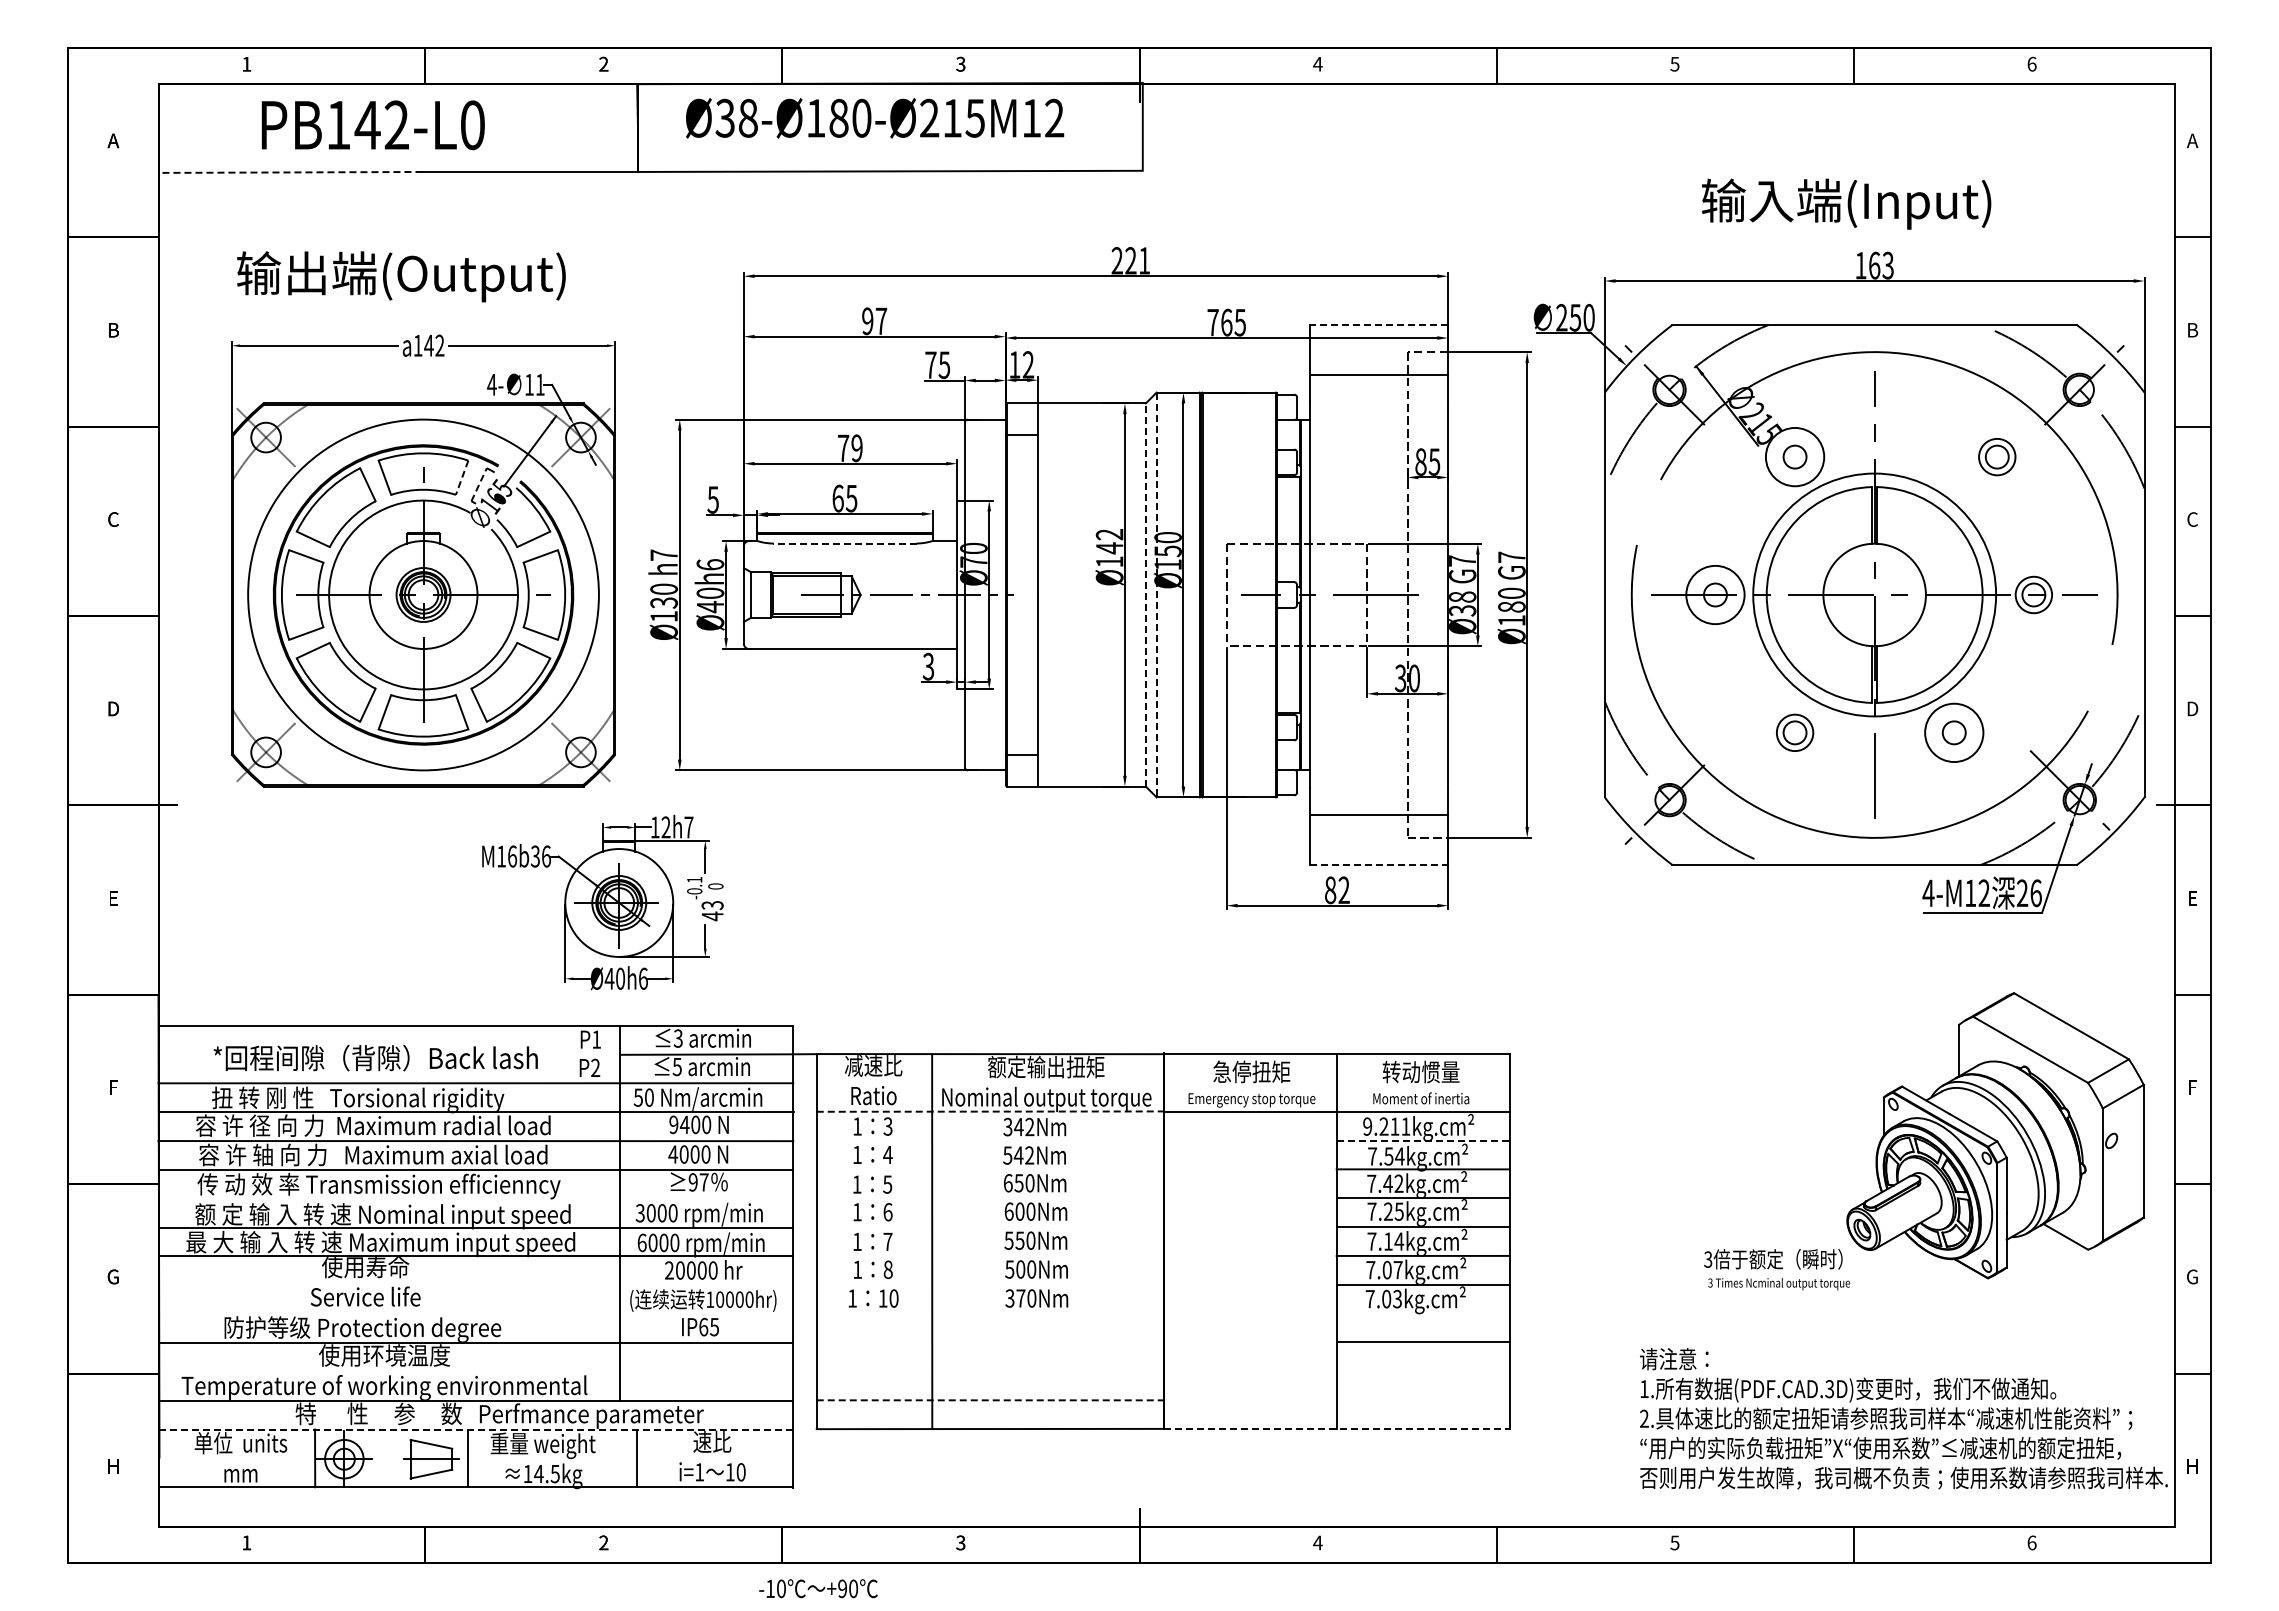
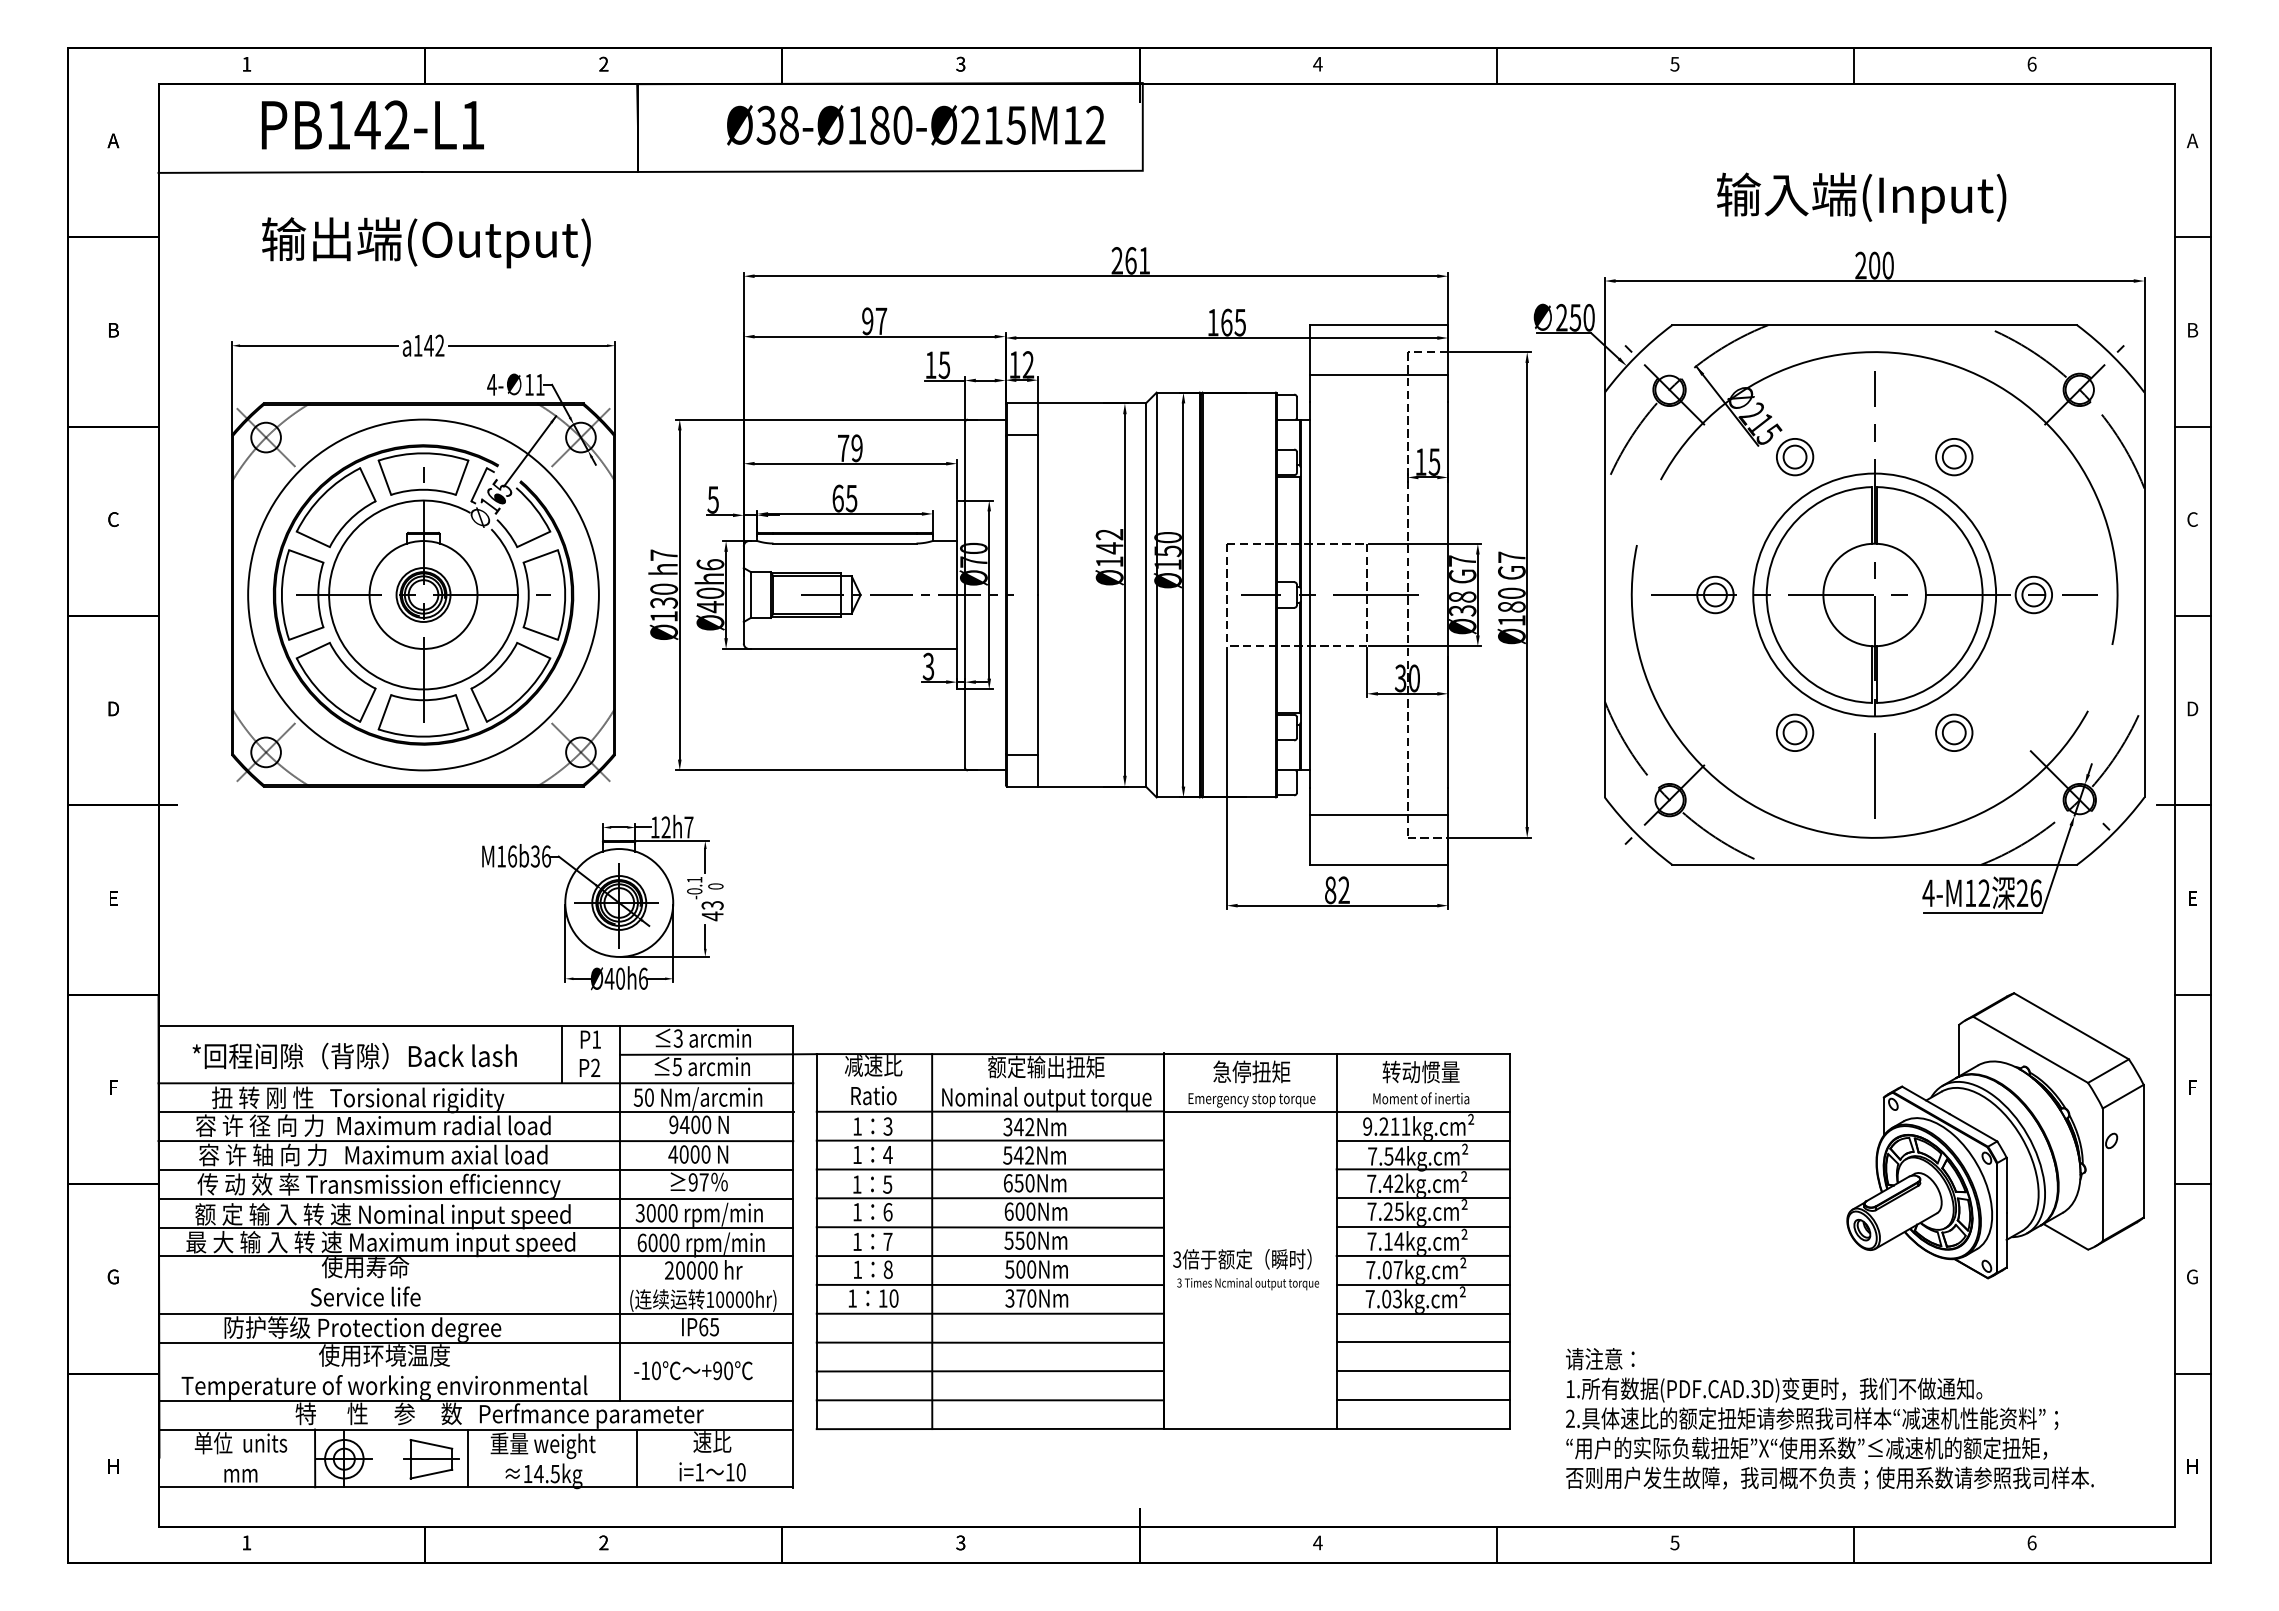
text at (875, 118) position: (875, 118) -> (916, 125)
text at (472, 125): PB142-L0 -> PB142-L1
line at (290, 172): dashed -> solid
text at (1846, 203) position: (1846, 203) -> (1861, 197)
text at (1130, 260): 221 -> 261
text at (1874, 265): 163 -> 200
text at (401, 276) position: (401, 276) -> (426, 242)
text at (1212, 322): 765 -> 165
line at (1379, 325): dashed -> solid
text at (930, 364): 75 -> 15
circle at (1794, 456) diameter: 58 px -> 36 px
part at (1997, 457) position: (1997, 457) -> (1954, 457)
text at (1420, 461): 85 -> 15
line at (461, 478): dashed -> solid
line at (479, 484): dashed -> solid
line at (844, 543): dashed -> solid
circle at (1715, 594) diameter: 58 px -> 36 px
line at (1145, 595): dashed -> solid
line at (1156, 595): dashed -> solid
circle at (1954, 732) diameter: 58 px -> 36 px
line at (1379, 864): dashed -> solid
line at (561, 1054): none -> present
text at (375, 1057) position: (375, 1057) -> (354, 1055)
line at (990, 1111): dashed -> solid
line at (989, 1140): none -> present
line at (1423, 1140): dashed -> solid
line at (989, 1169): none -> present
line at (475, 1198): none -> present
line at (989, 1198): none -> present
line at (989, 1227): none -> present
line at (989, 1255): none -> present
text at (1777, 1269) position: (1777, 1269) -> (1246, 1269)
line at (989, 1284): none -> present
line at (989, 1313): none -> present
line at (1422, 1313): none -> present
line at (475, 1314): none -> present
line at (989, 1342): none -> present
line at (989, 1371): none -> present
line at (1422, 1371): none -> present
line at (990, 1400): dashed -> solid
line at (1422, 1400): none -> present
text at (1903, 1418) position: (1903, 1418) -> (1829, 1418)
line at (476, 1429): dashed -> solid
line at (1337, 1429): dashed -> solid
text at (818, 1588) position: (818, 1588) -> (693, 1370)
